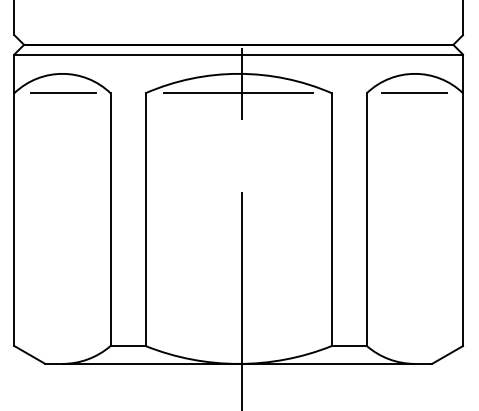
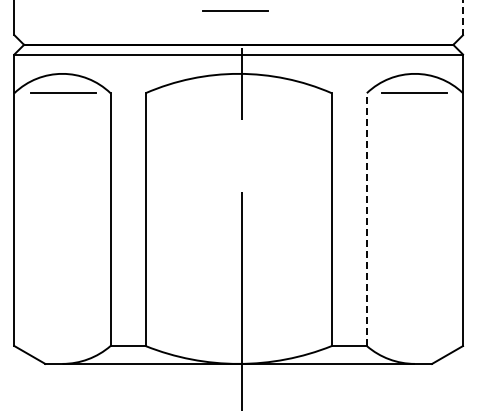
line at (235, 10): none -> present
line at (463, 18): solid -> dashed
line at (237, 93): present -> none
line at (366, 219): solid -> dashed
